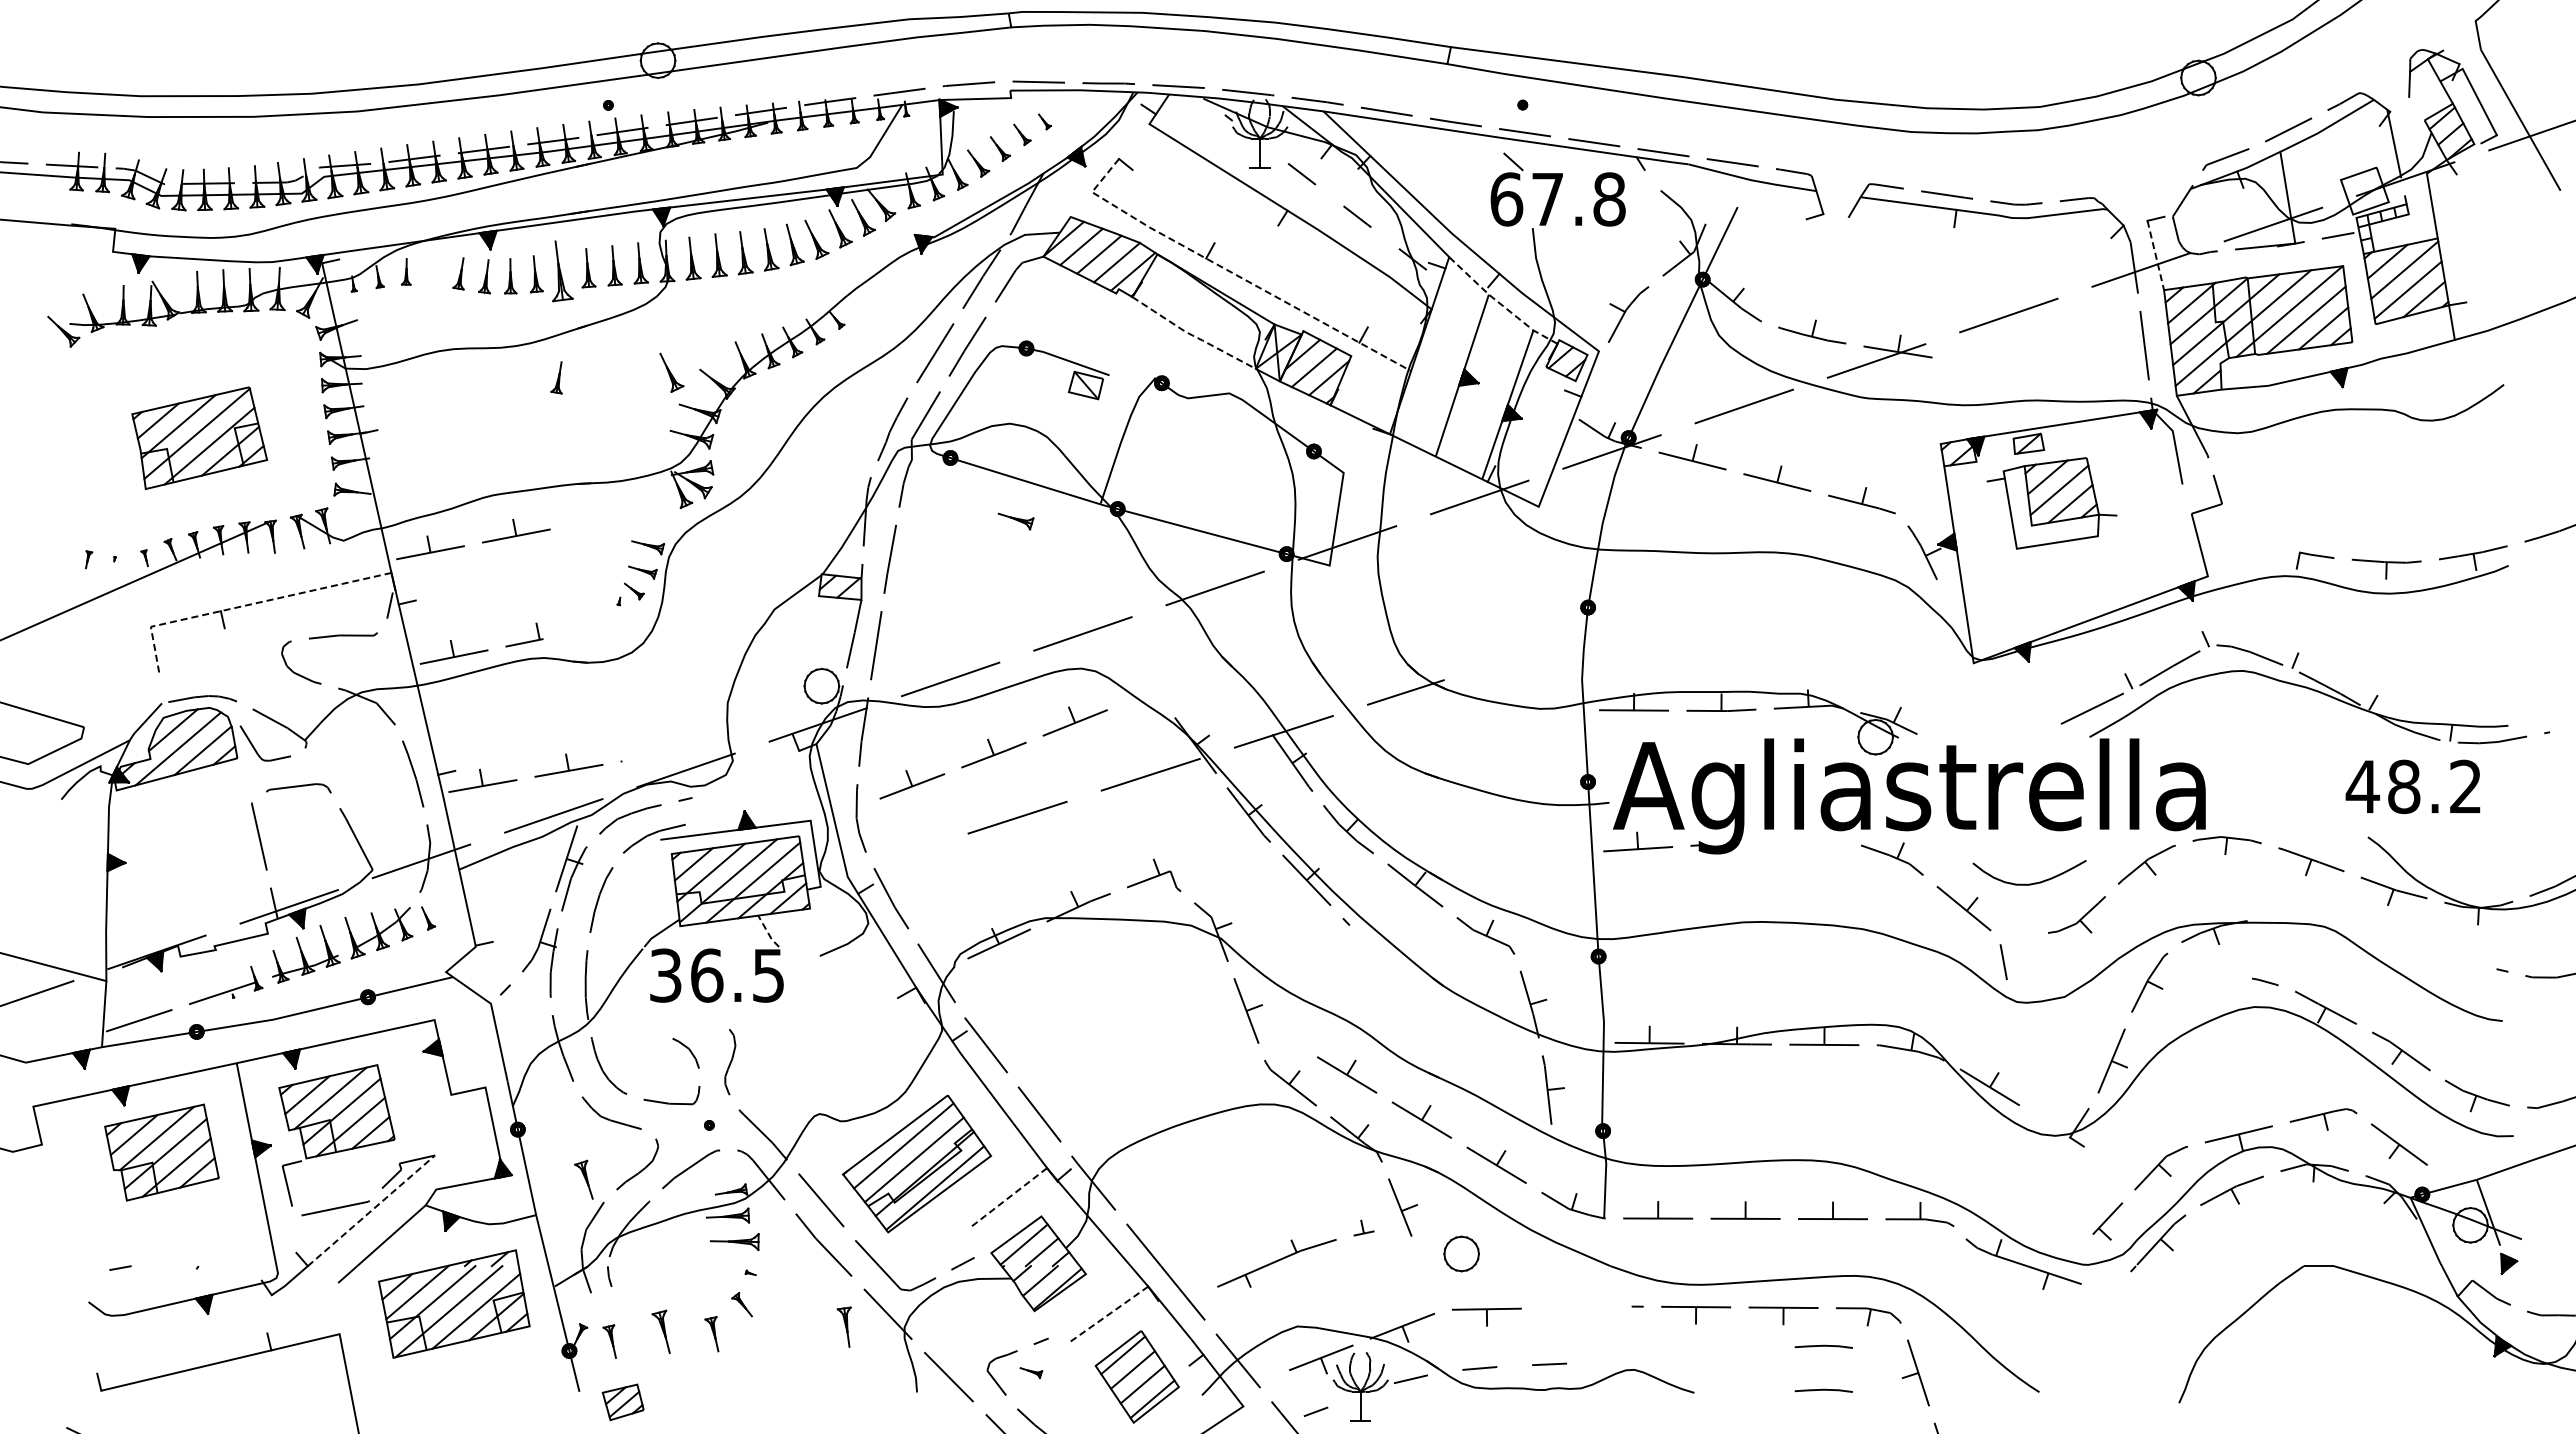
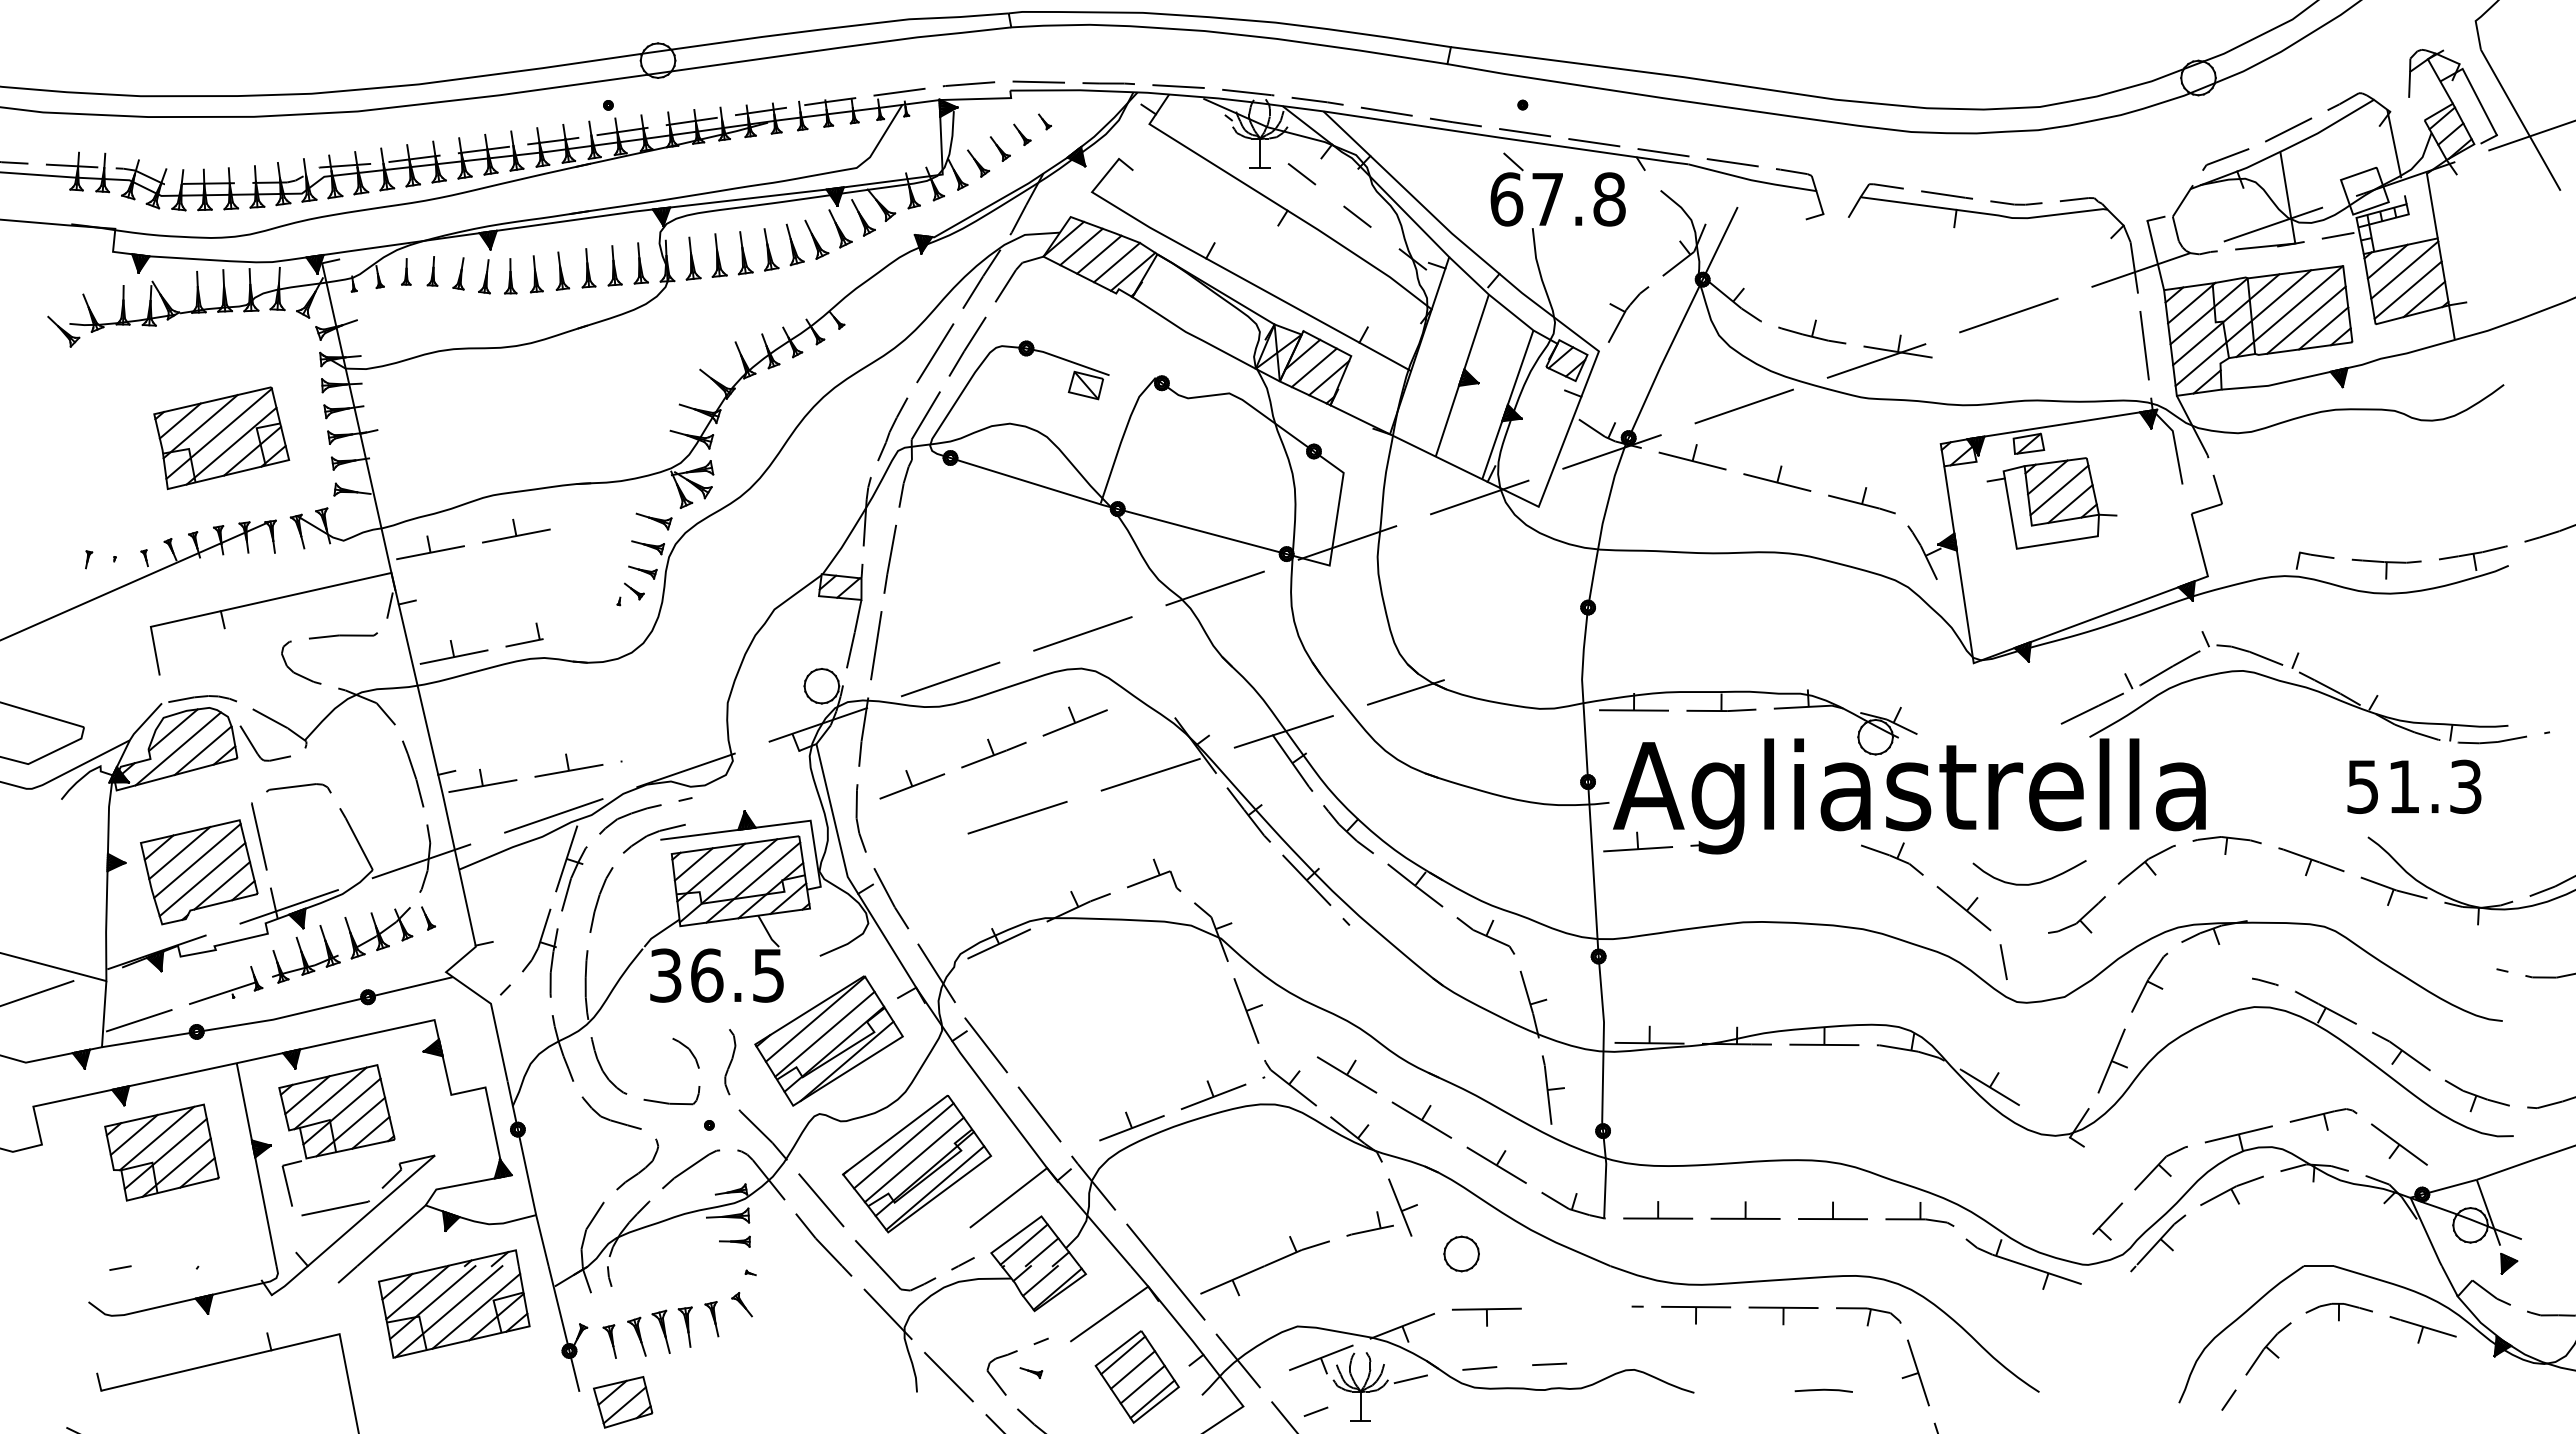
line at (2155, 255): dashed -> solid
part at (432, 271): none -> present
part at (562, 271) size: 22x63 px -> 16x40 px
line at (1231, 272): dashed -> solid
line at (1500, 303): dashed -> solid
line at (1192, 335): dashed -> solid
part at (671, 372): present -> none
part at (556, 377): present -> none
part at (199, 438) position: (199, 438) -> (221, 438)
part at (1015, 521) position: (1015, 521) -> (653, 521)
line at (246, 605): dashed -> solid
text at (2413, 786): 48.2 -> 51.3
part at (199, 872): none -> present
line at (767, 932): dashed -> solid
part at (828, 1040): none -> present
part at (1182, 1108): none -> present
part at (583, 1179) position: (583, 1179) -> (636, 1336)
line at (1008, 1197): dashed -> solid
line at (371, 1210): dashed -> solid
part at (734, 1241) size: 50x18 px -> 32x13 px
part at (1295, 1253) size: 158x69 px -> 194x86 px
line at (1109, 1314): dashed -> solid
part at (2338, 1321): none -> present
part at (843, 1326) position: (843, 1326) -> (684, 1326)
part at (711, 1334) position: (711, 1334) -> (711, 1319)
line at (1823, 1346): present -> none
part at (622, 1402) size: 44x39 px -> 61x53 px
